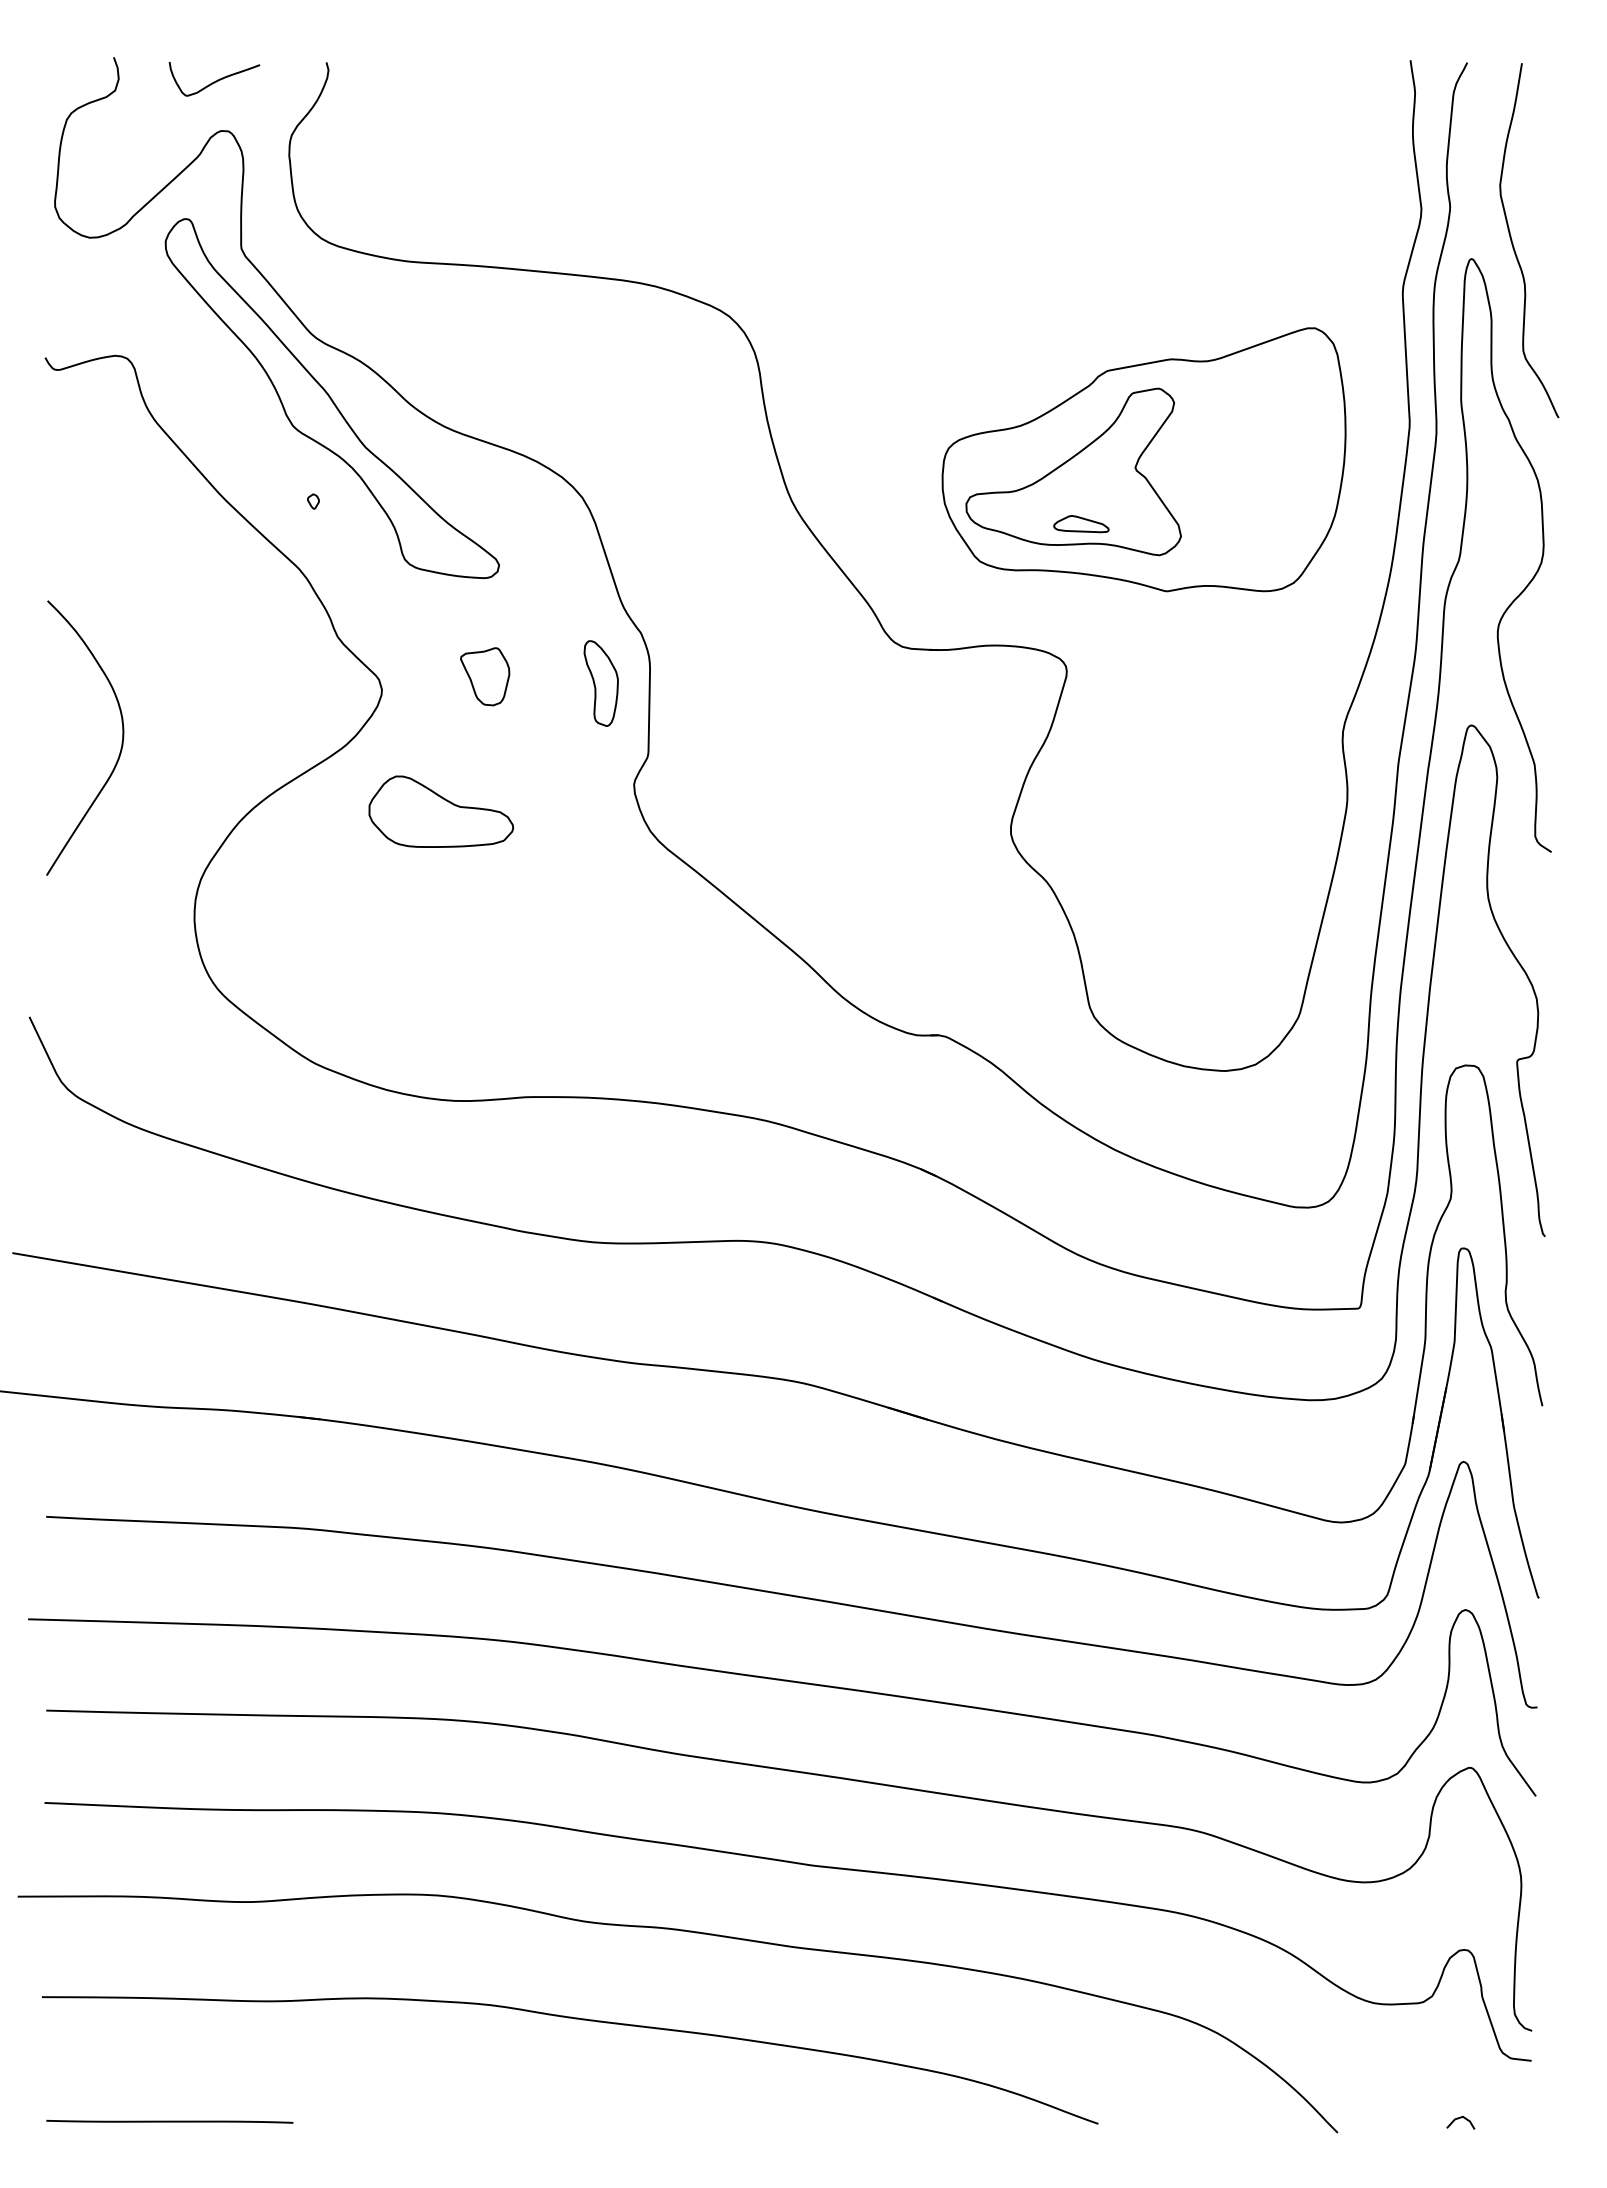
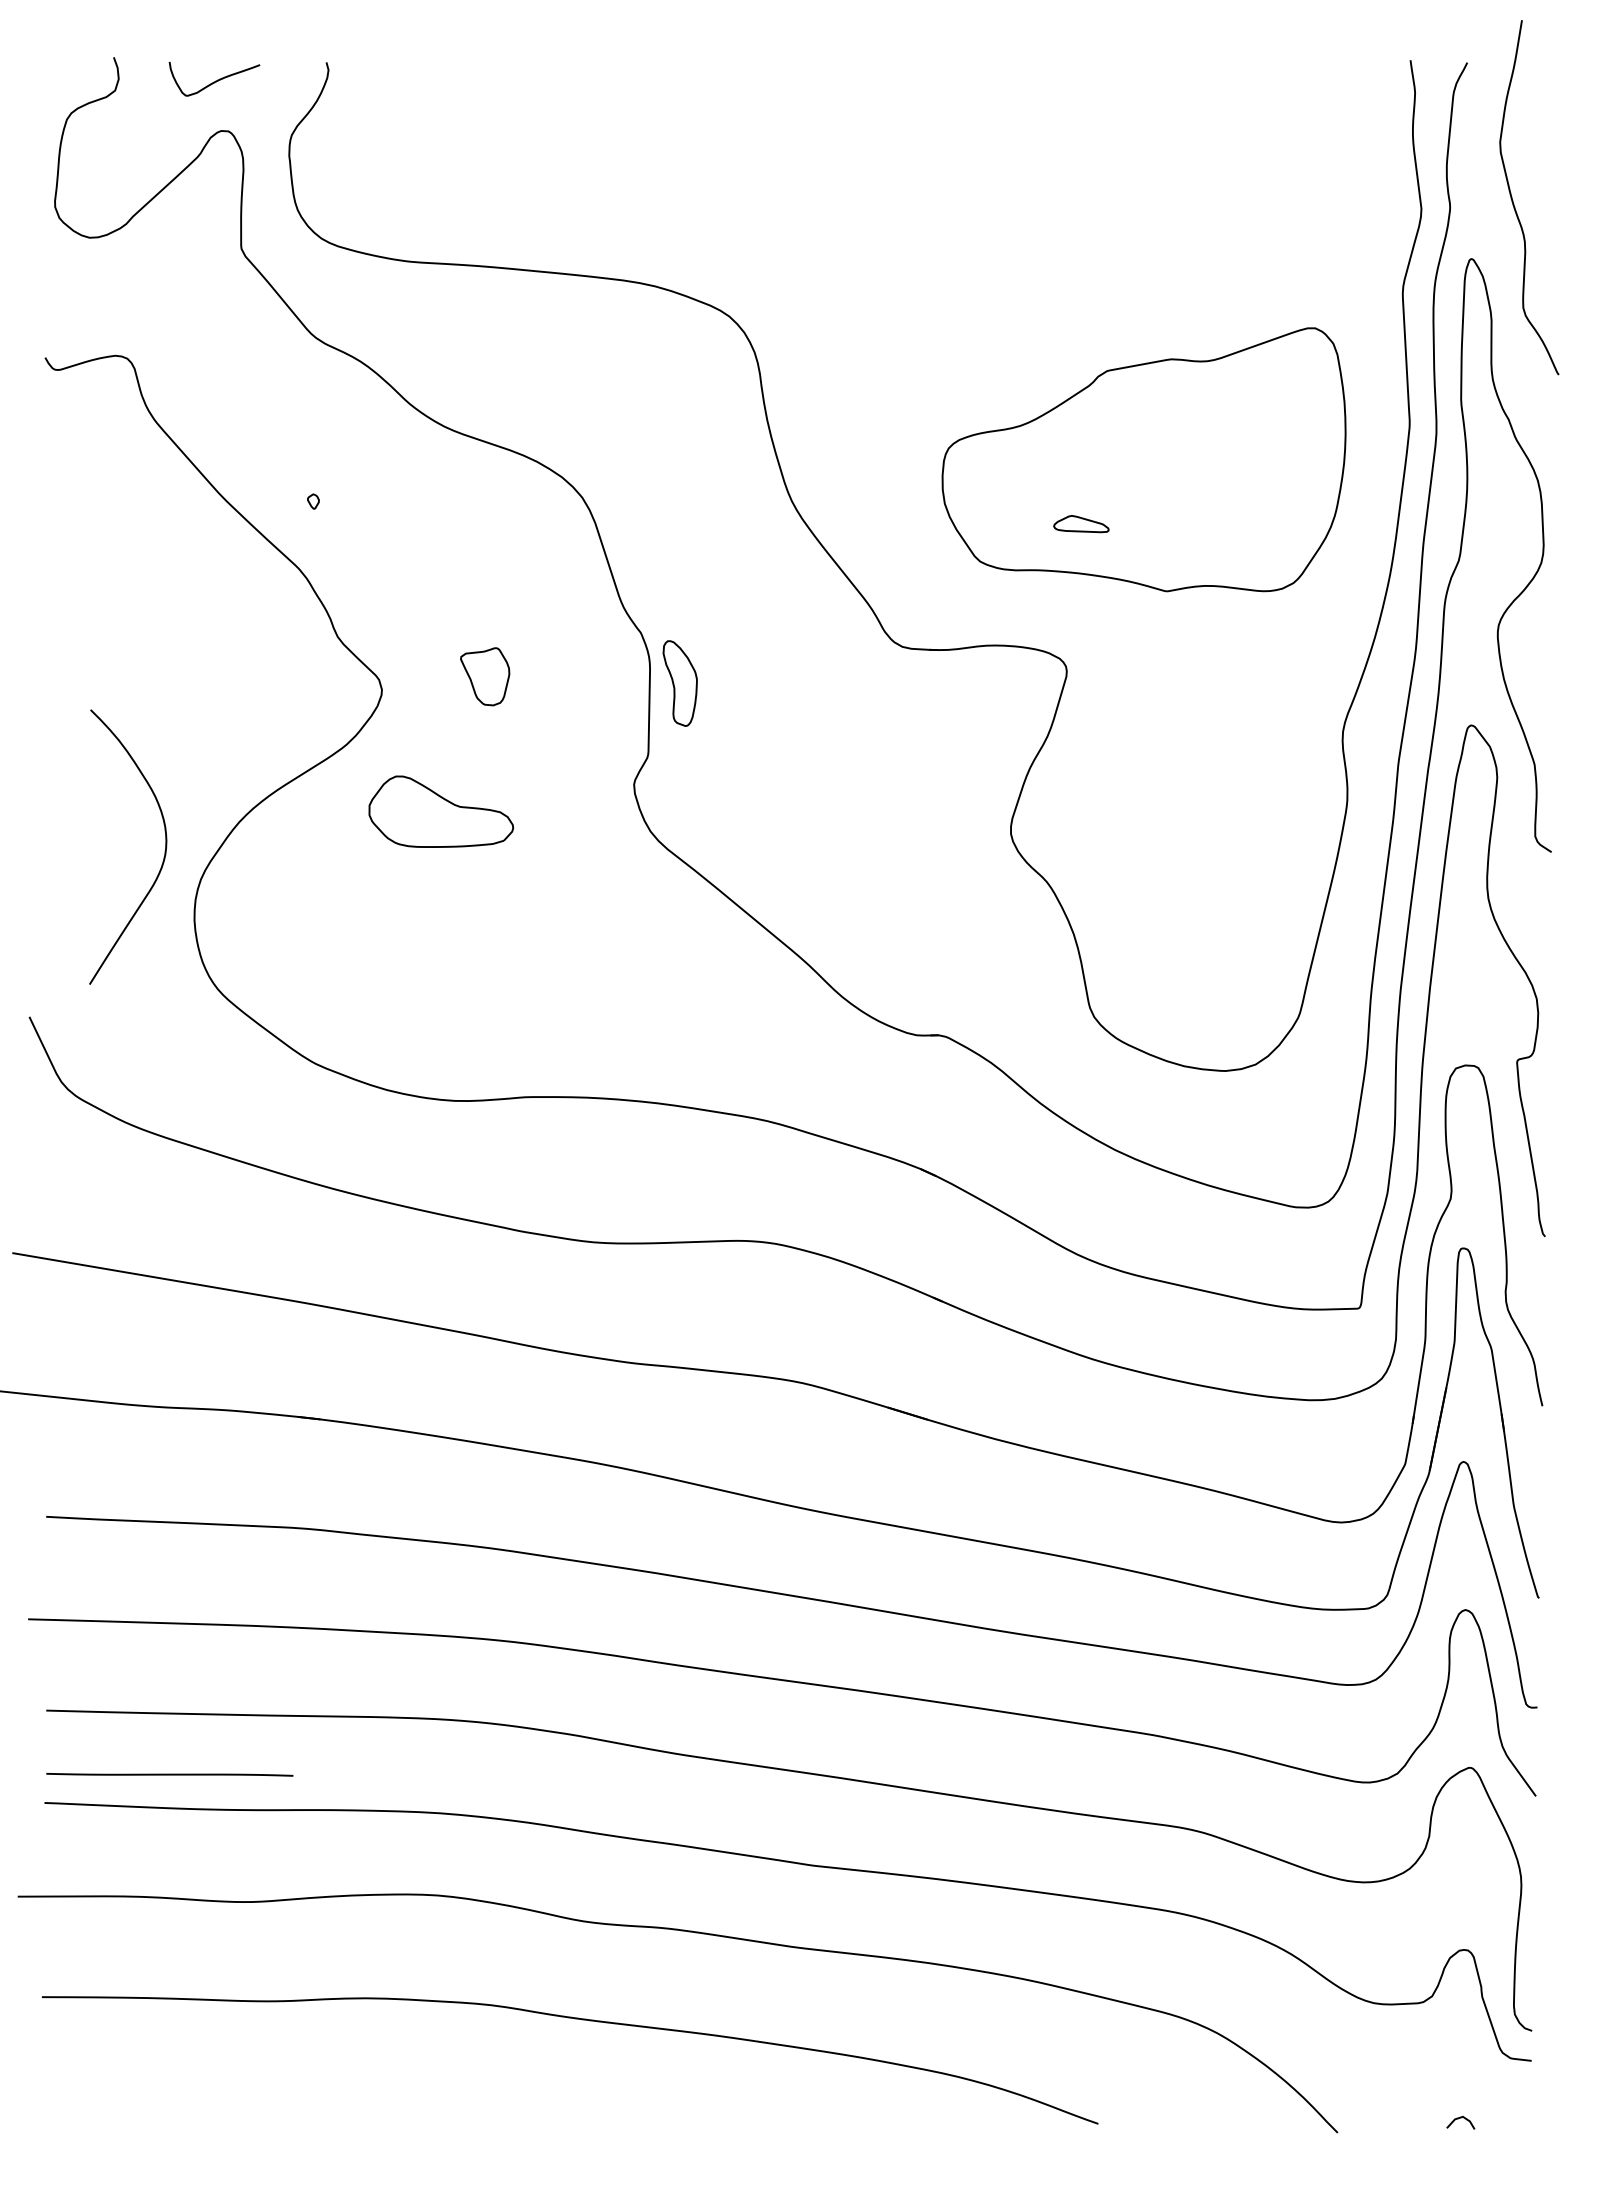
curve at (1513, 243) position: (1513, 243) -> (1513, 200)
part at (331, 398): present -> none
part at (1073, 471): present -> none
part at (600, 683) position: (600, 683) -> (679, 683)
curve at (121, 742) position: (121, 742) -> (164, 851)
line at (169, 2121) position: (169, 2121) -> (169, 1774)
